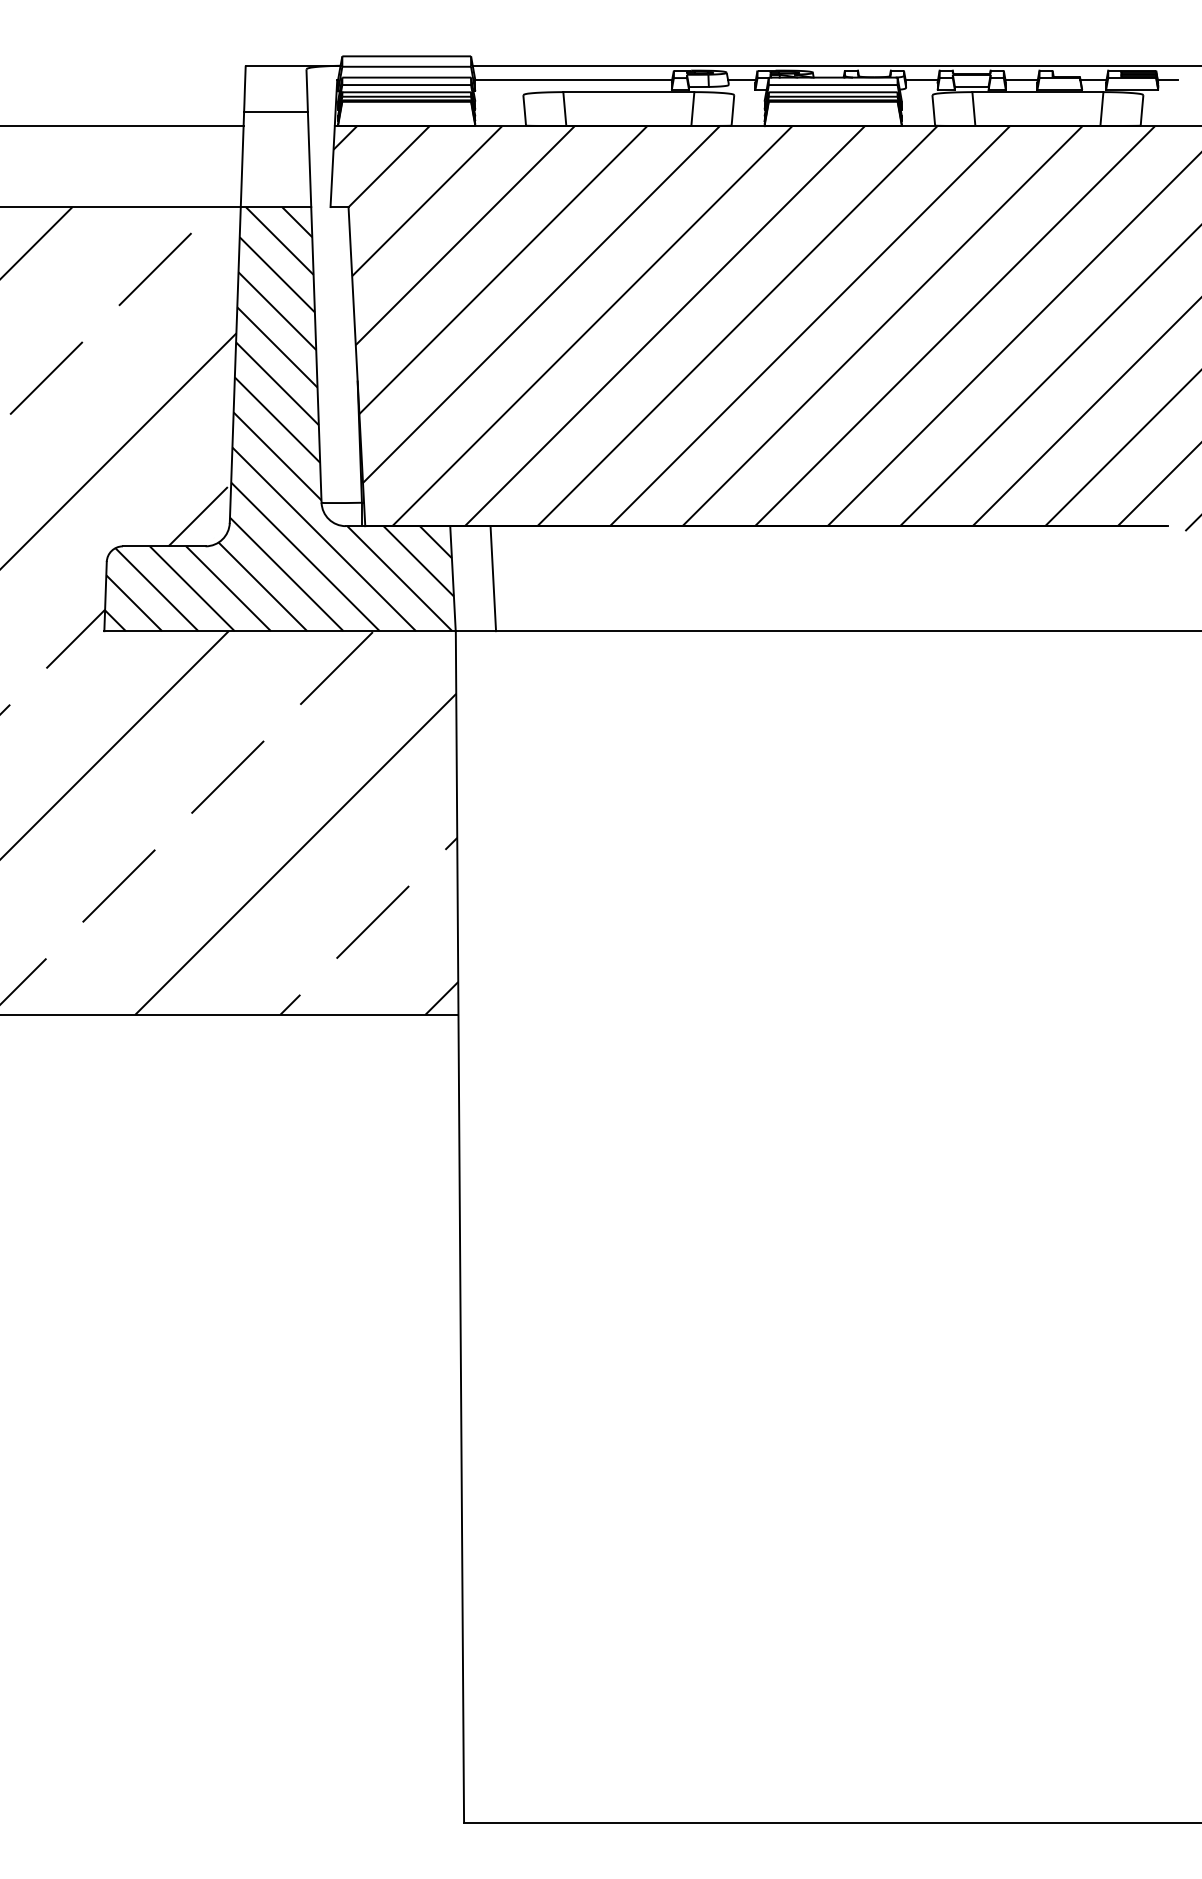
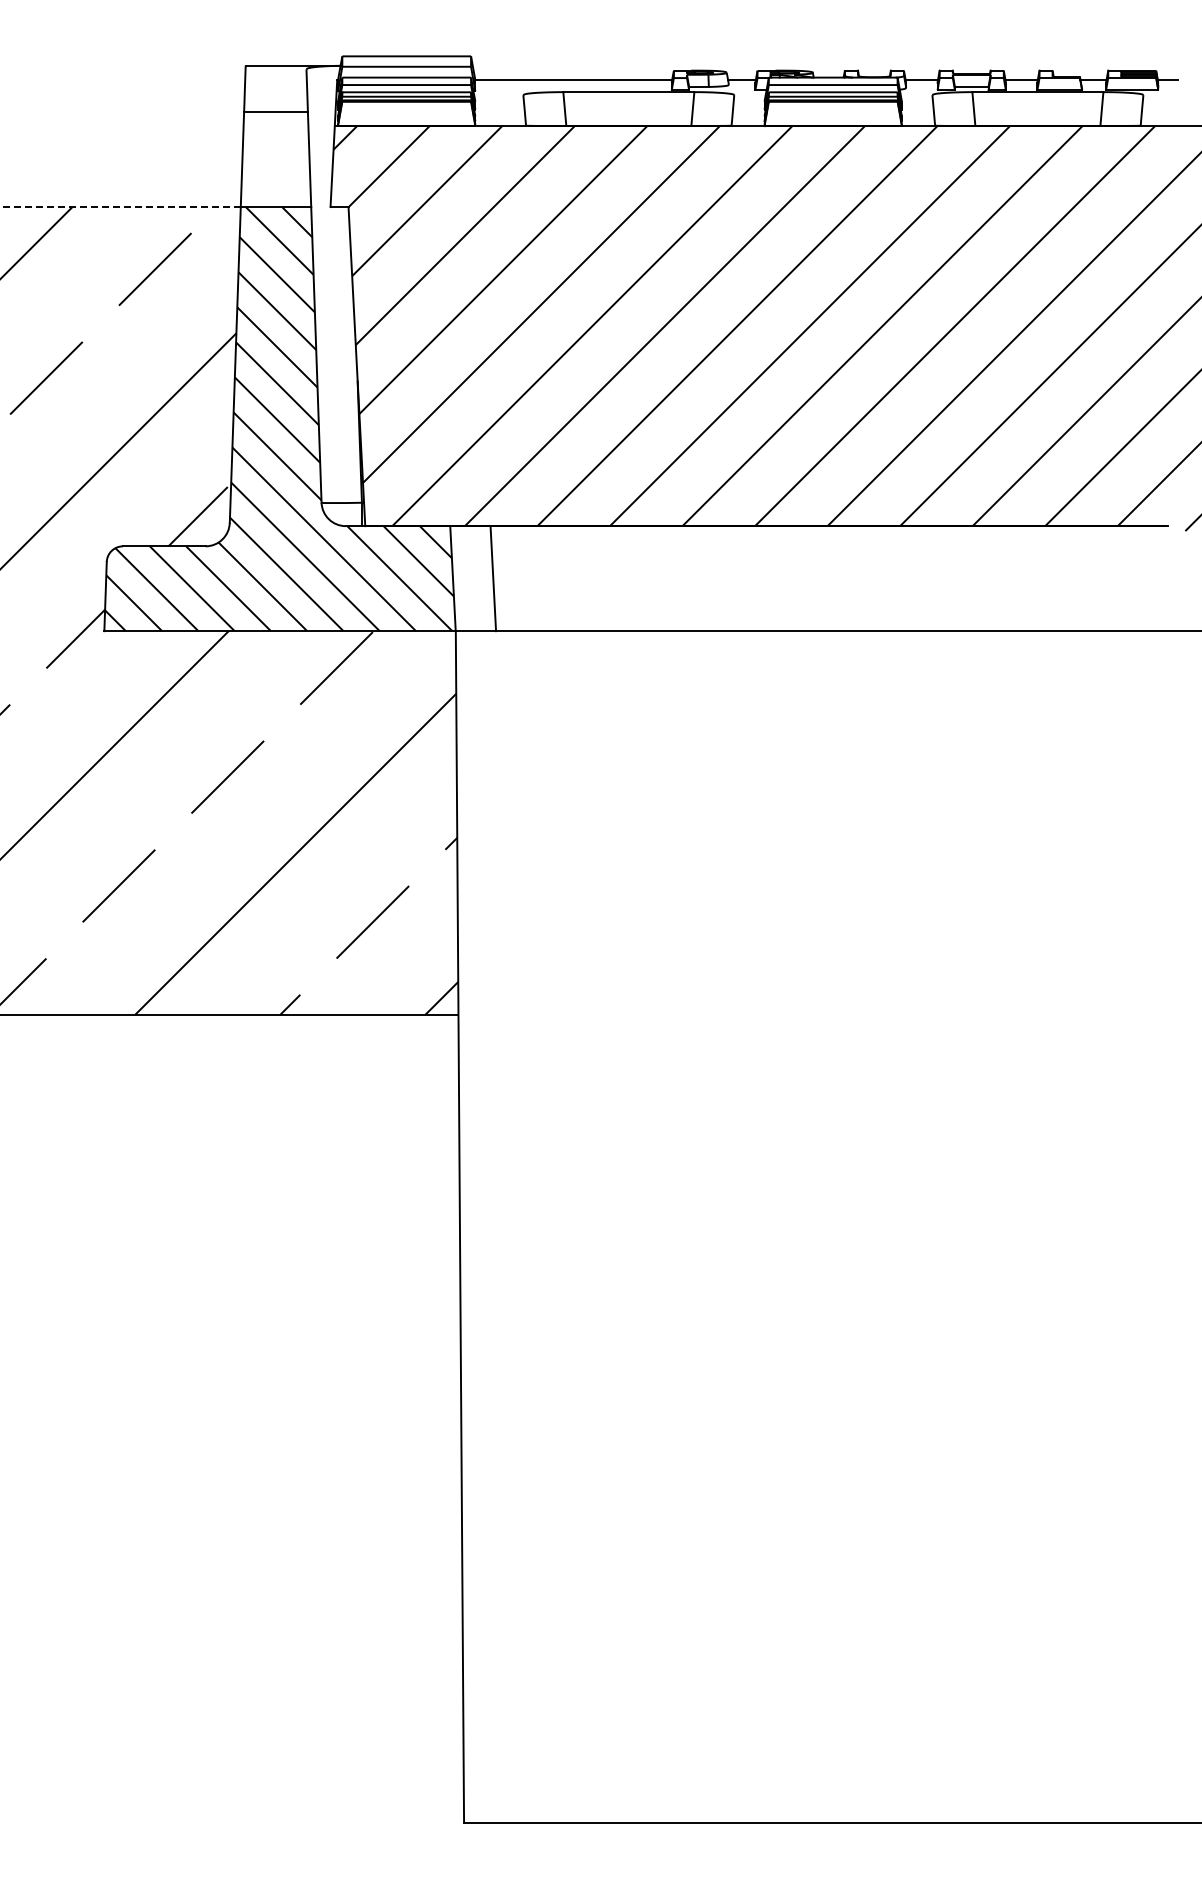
line at (835, 65): present -> none
line at (122, 126): present -> none
line at (120, 207): solid -> dashed
